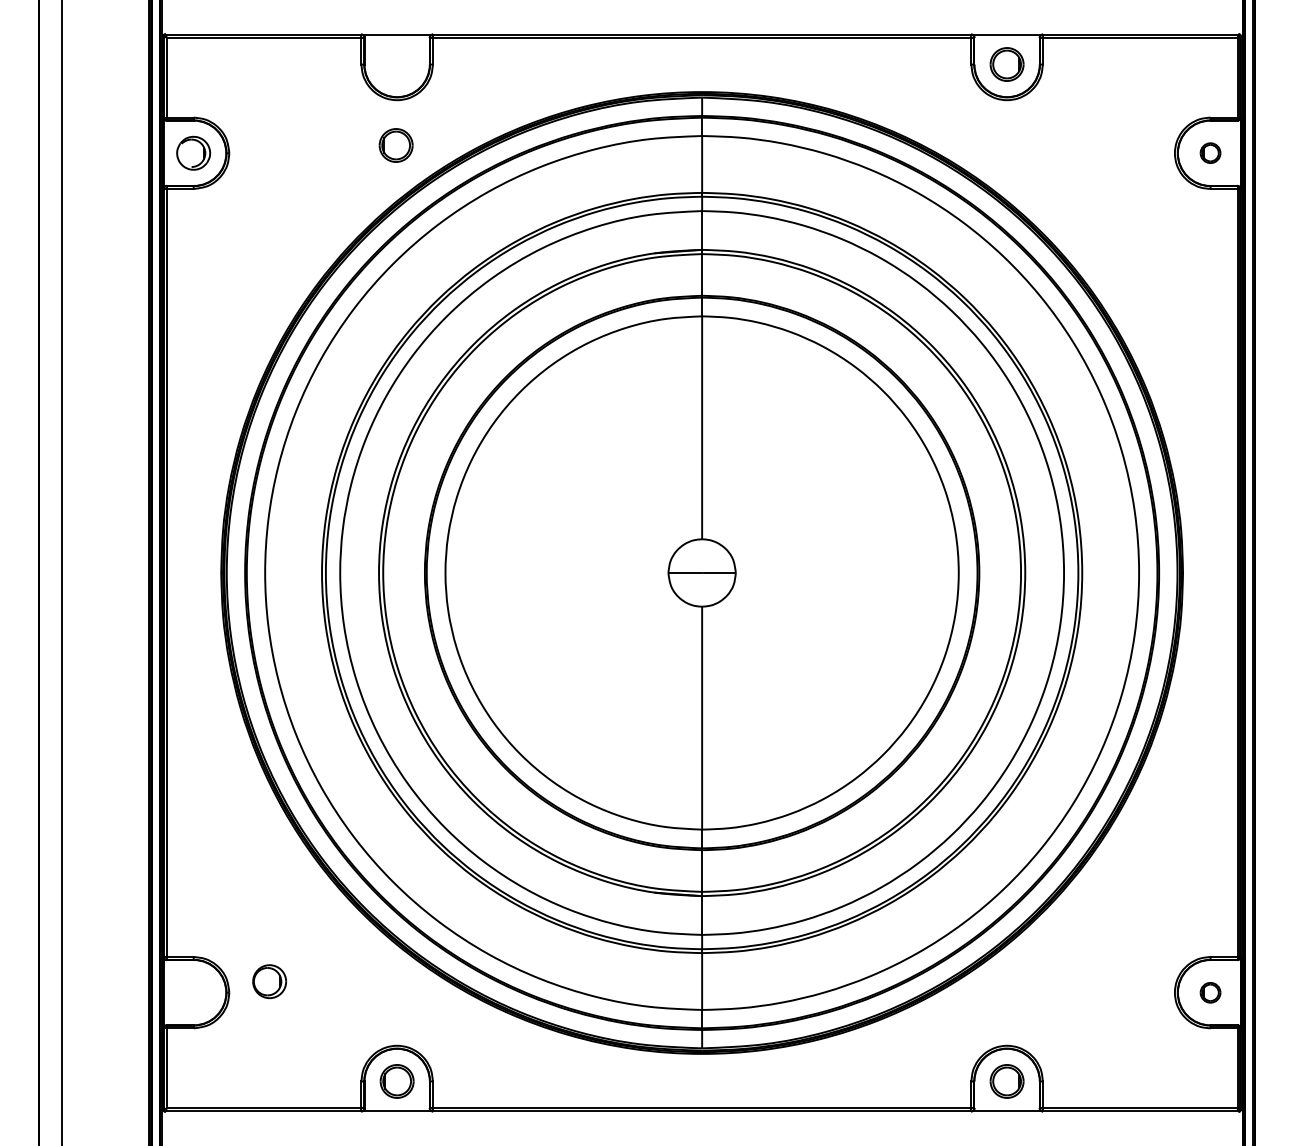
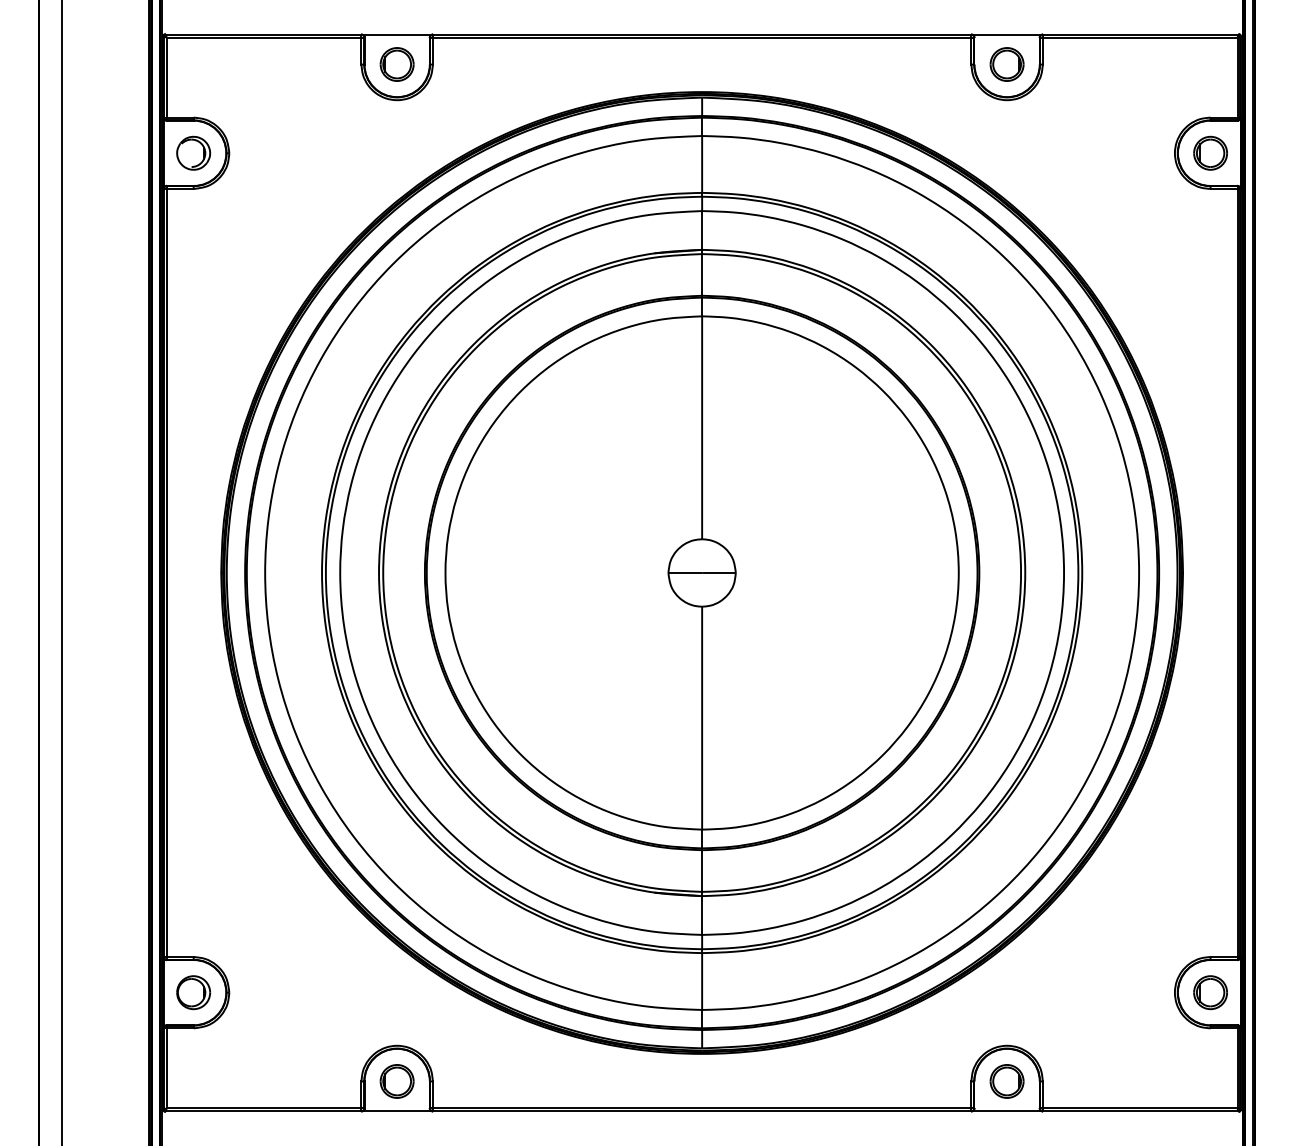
part at (395, 145) position: (395, 145) -> (396, 64)
part at (1210, 152) size: 23x22 px -> 35x36 px
part at (269, 981) position: (269, 981) -> (193, 992)
part at (1210, 992) size: 23x22 px -> 35x36 px
